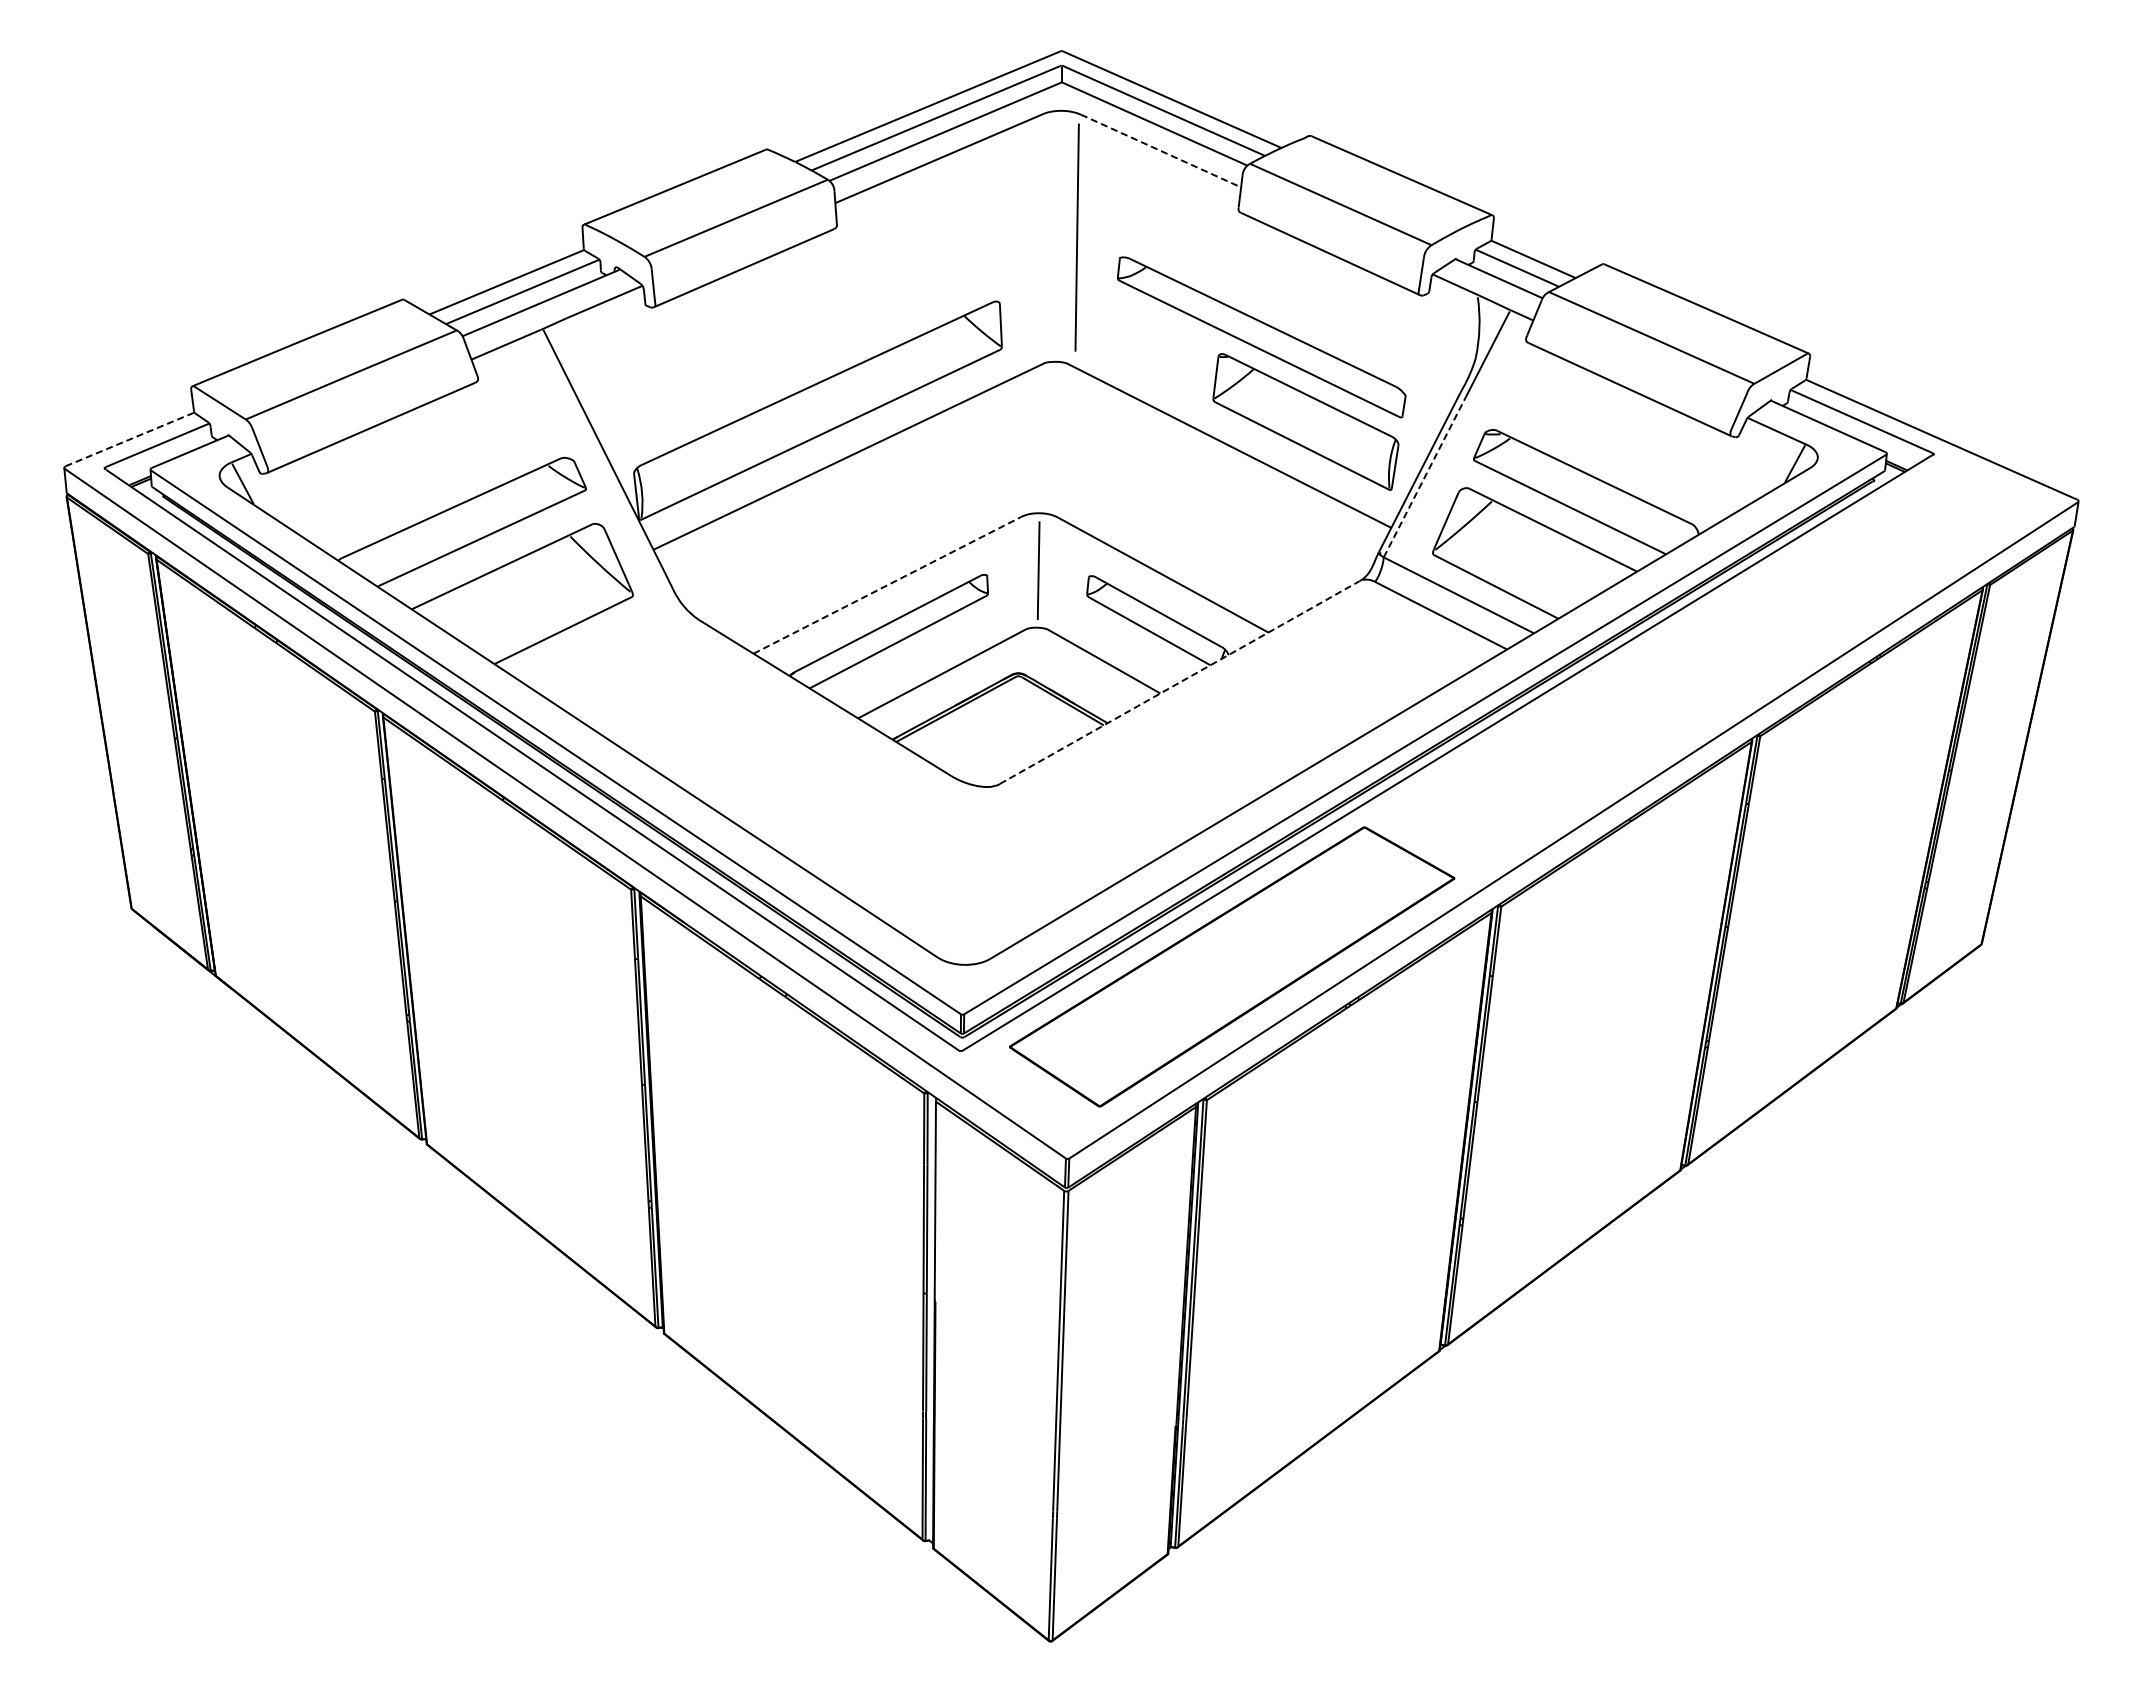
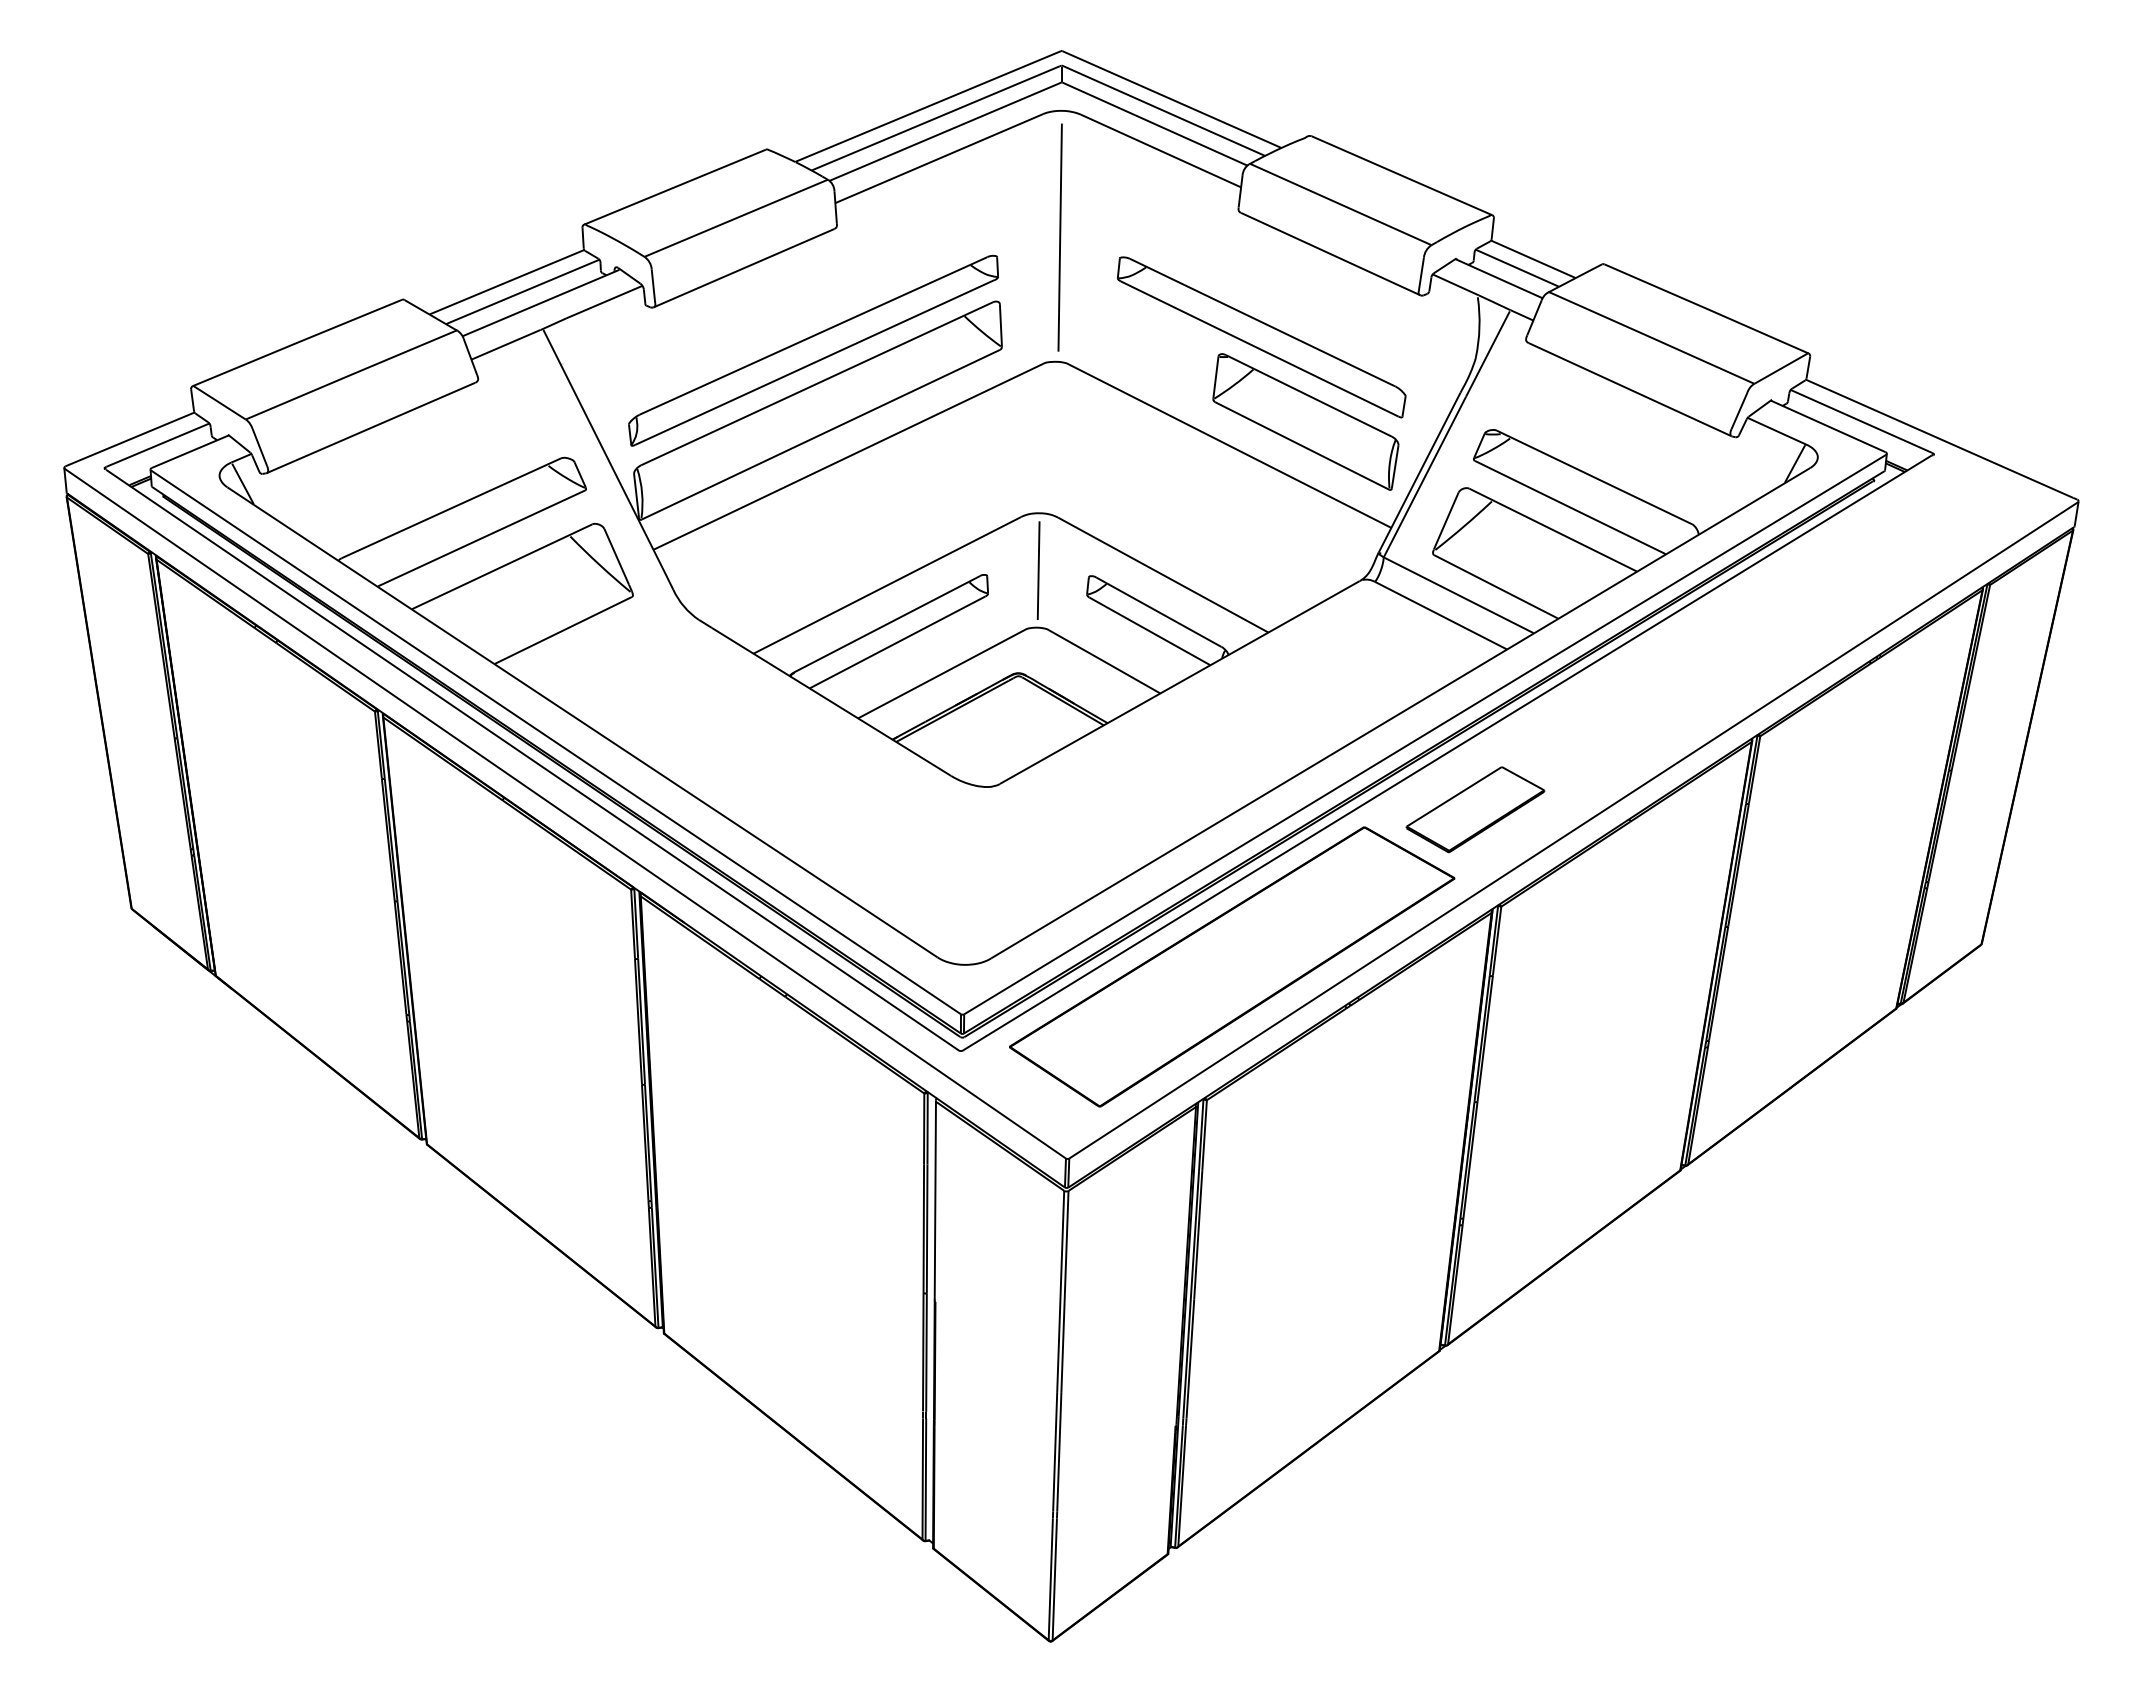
line at (1161, 151): dashed -> solid
line at (1076, 237) position: (1076, 237) -> (1059, 237)
part at (813, 350): none -> present
line at (130, 439): dashed -> solid
line at (1425, 476): dashed -> solid
line at (887, 585): dashed -> solid
line at (1180, 682): dashed -> solid
part at (1475, 809): none -> present
